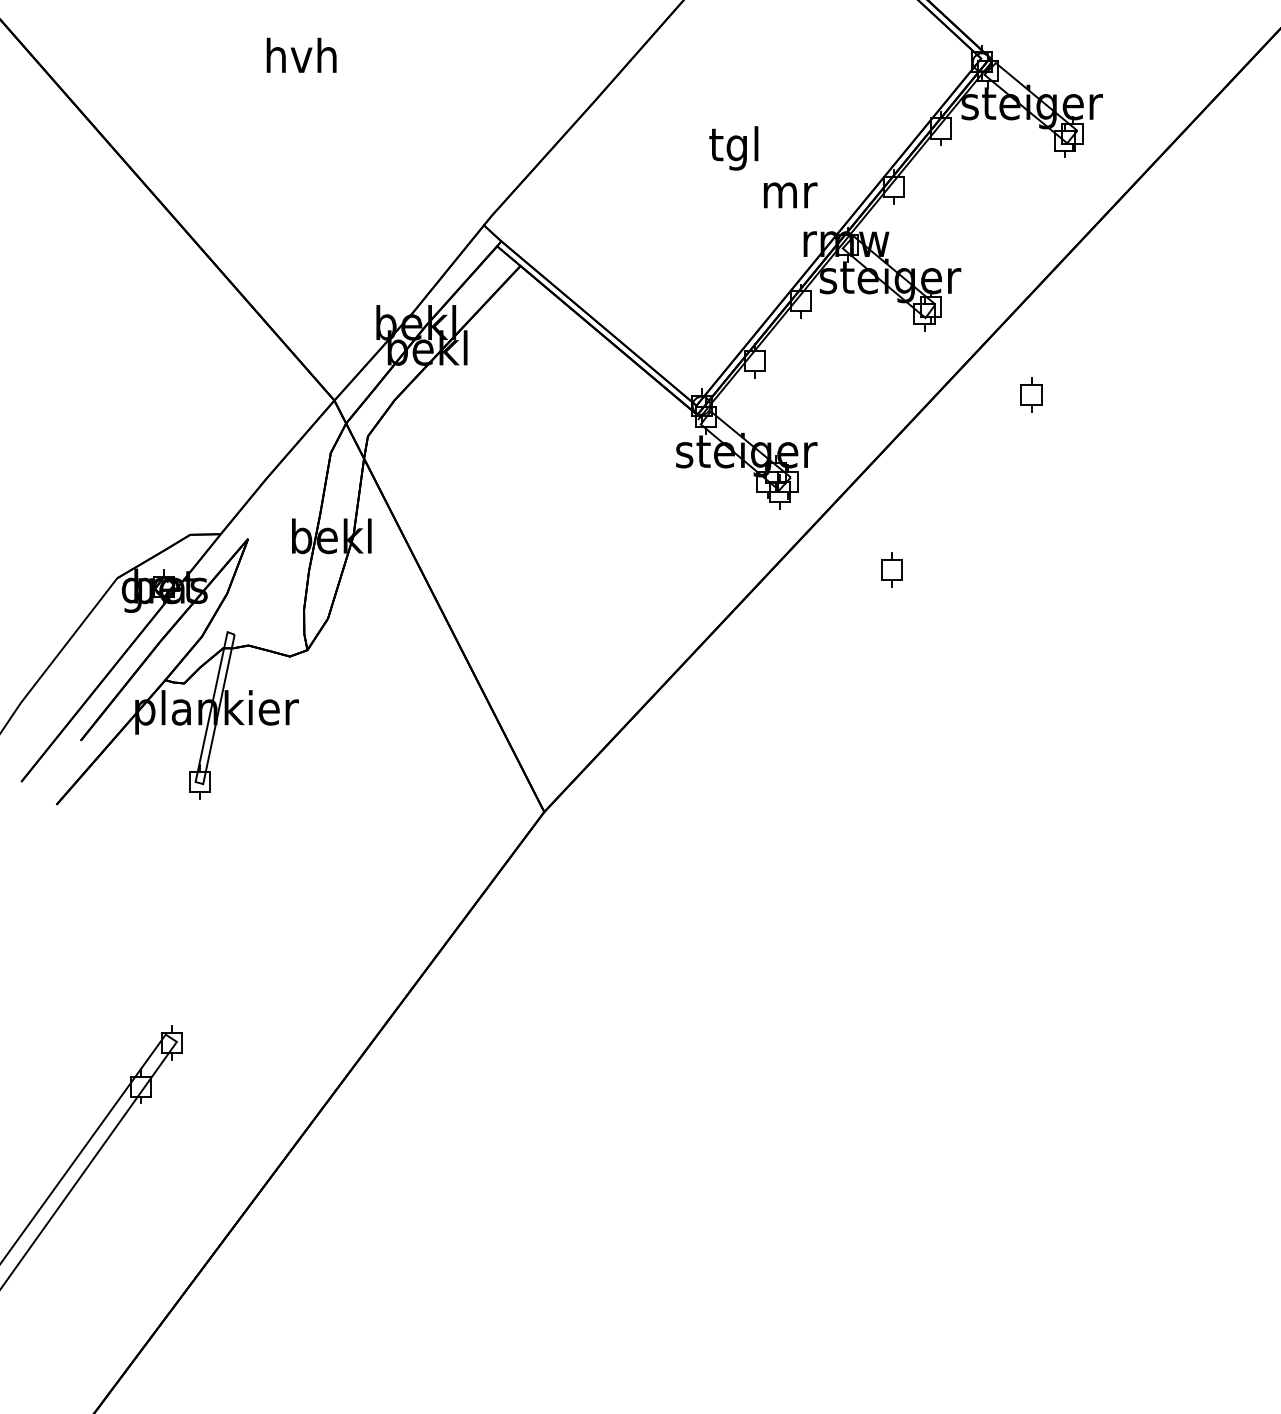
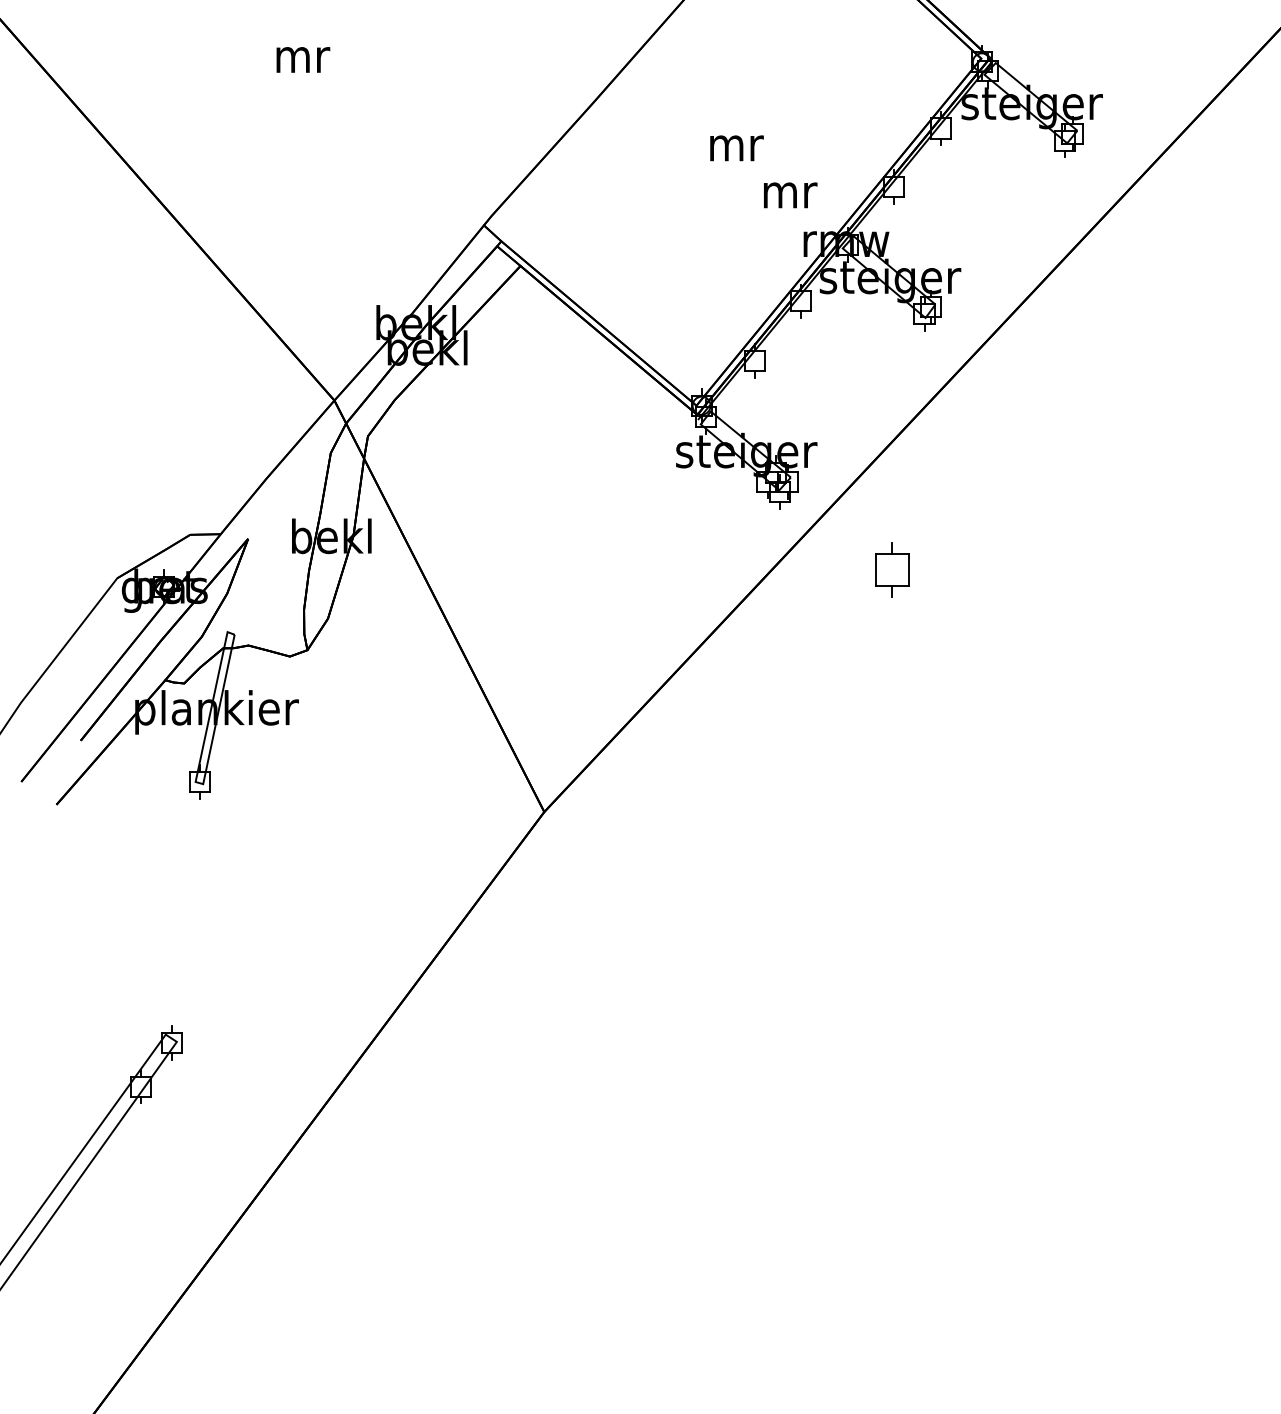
text at (301, 54): hvh -> mr
text at (736, 148): tgl -> mr
part at (1031, 394): present -> none
part at (891, 569) size: 22x36 px -> 35x56 px
